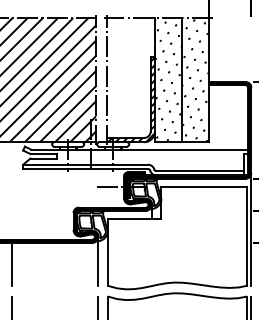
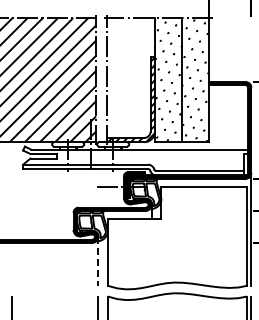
line at (98, 261): solid -> dashed
line at (12, 263): present -> none
